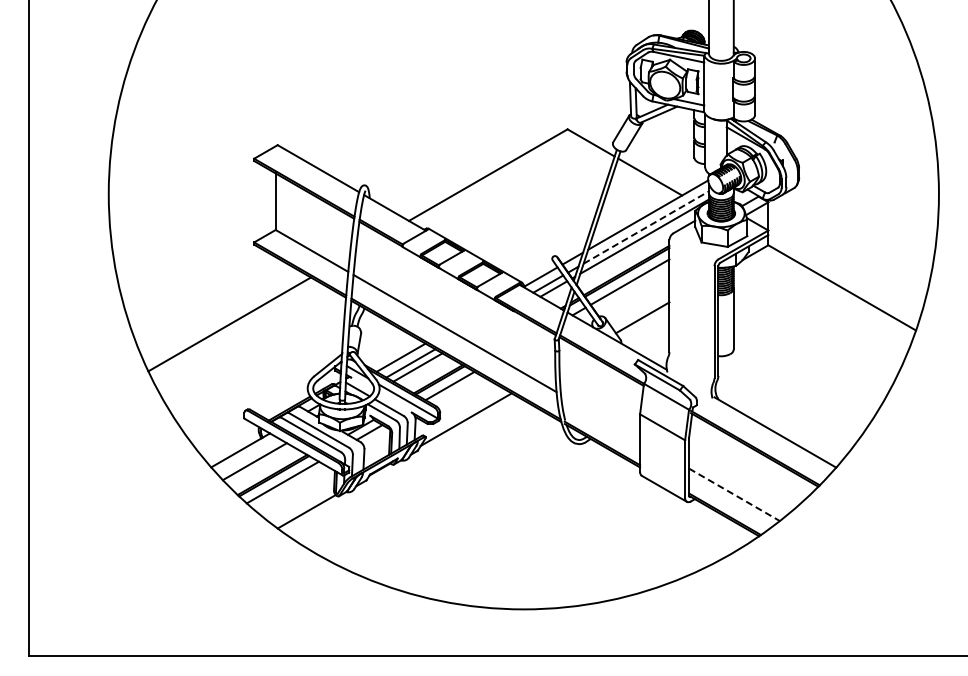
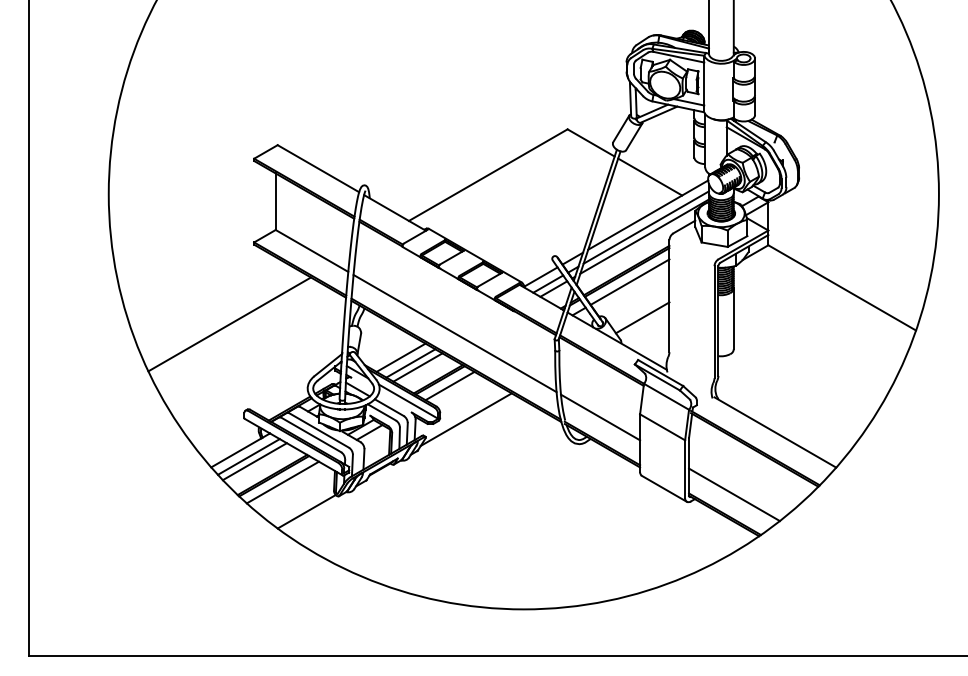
line at (646, 227): dashed -> solid
line at (600, 417): none -> present
line at (248, 456): none -> present
line at (734, 495): dashed -> solid
